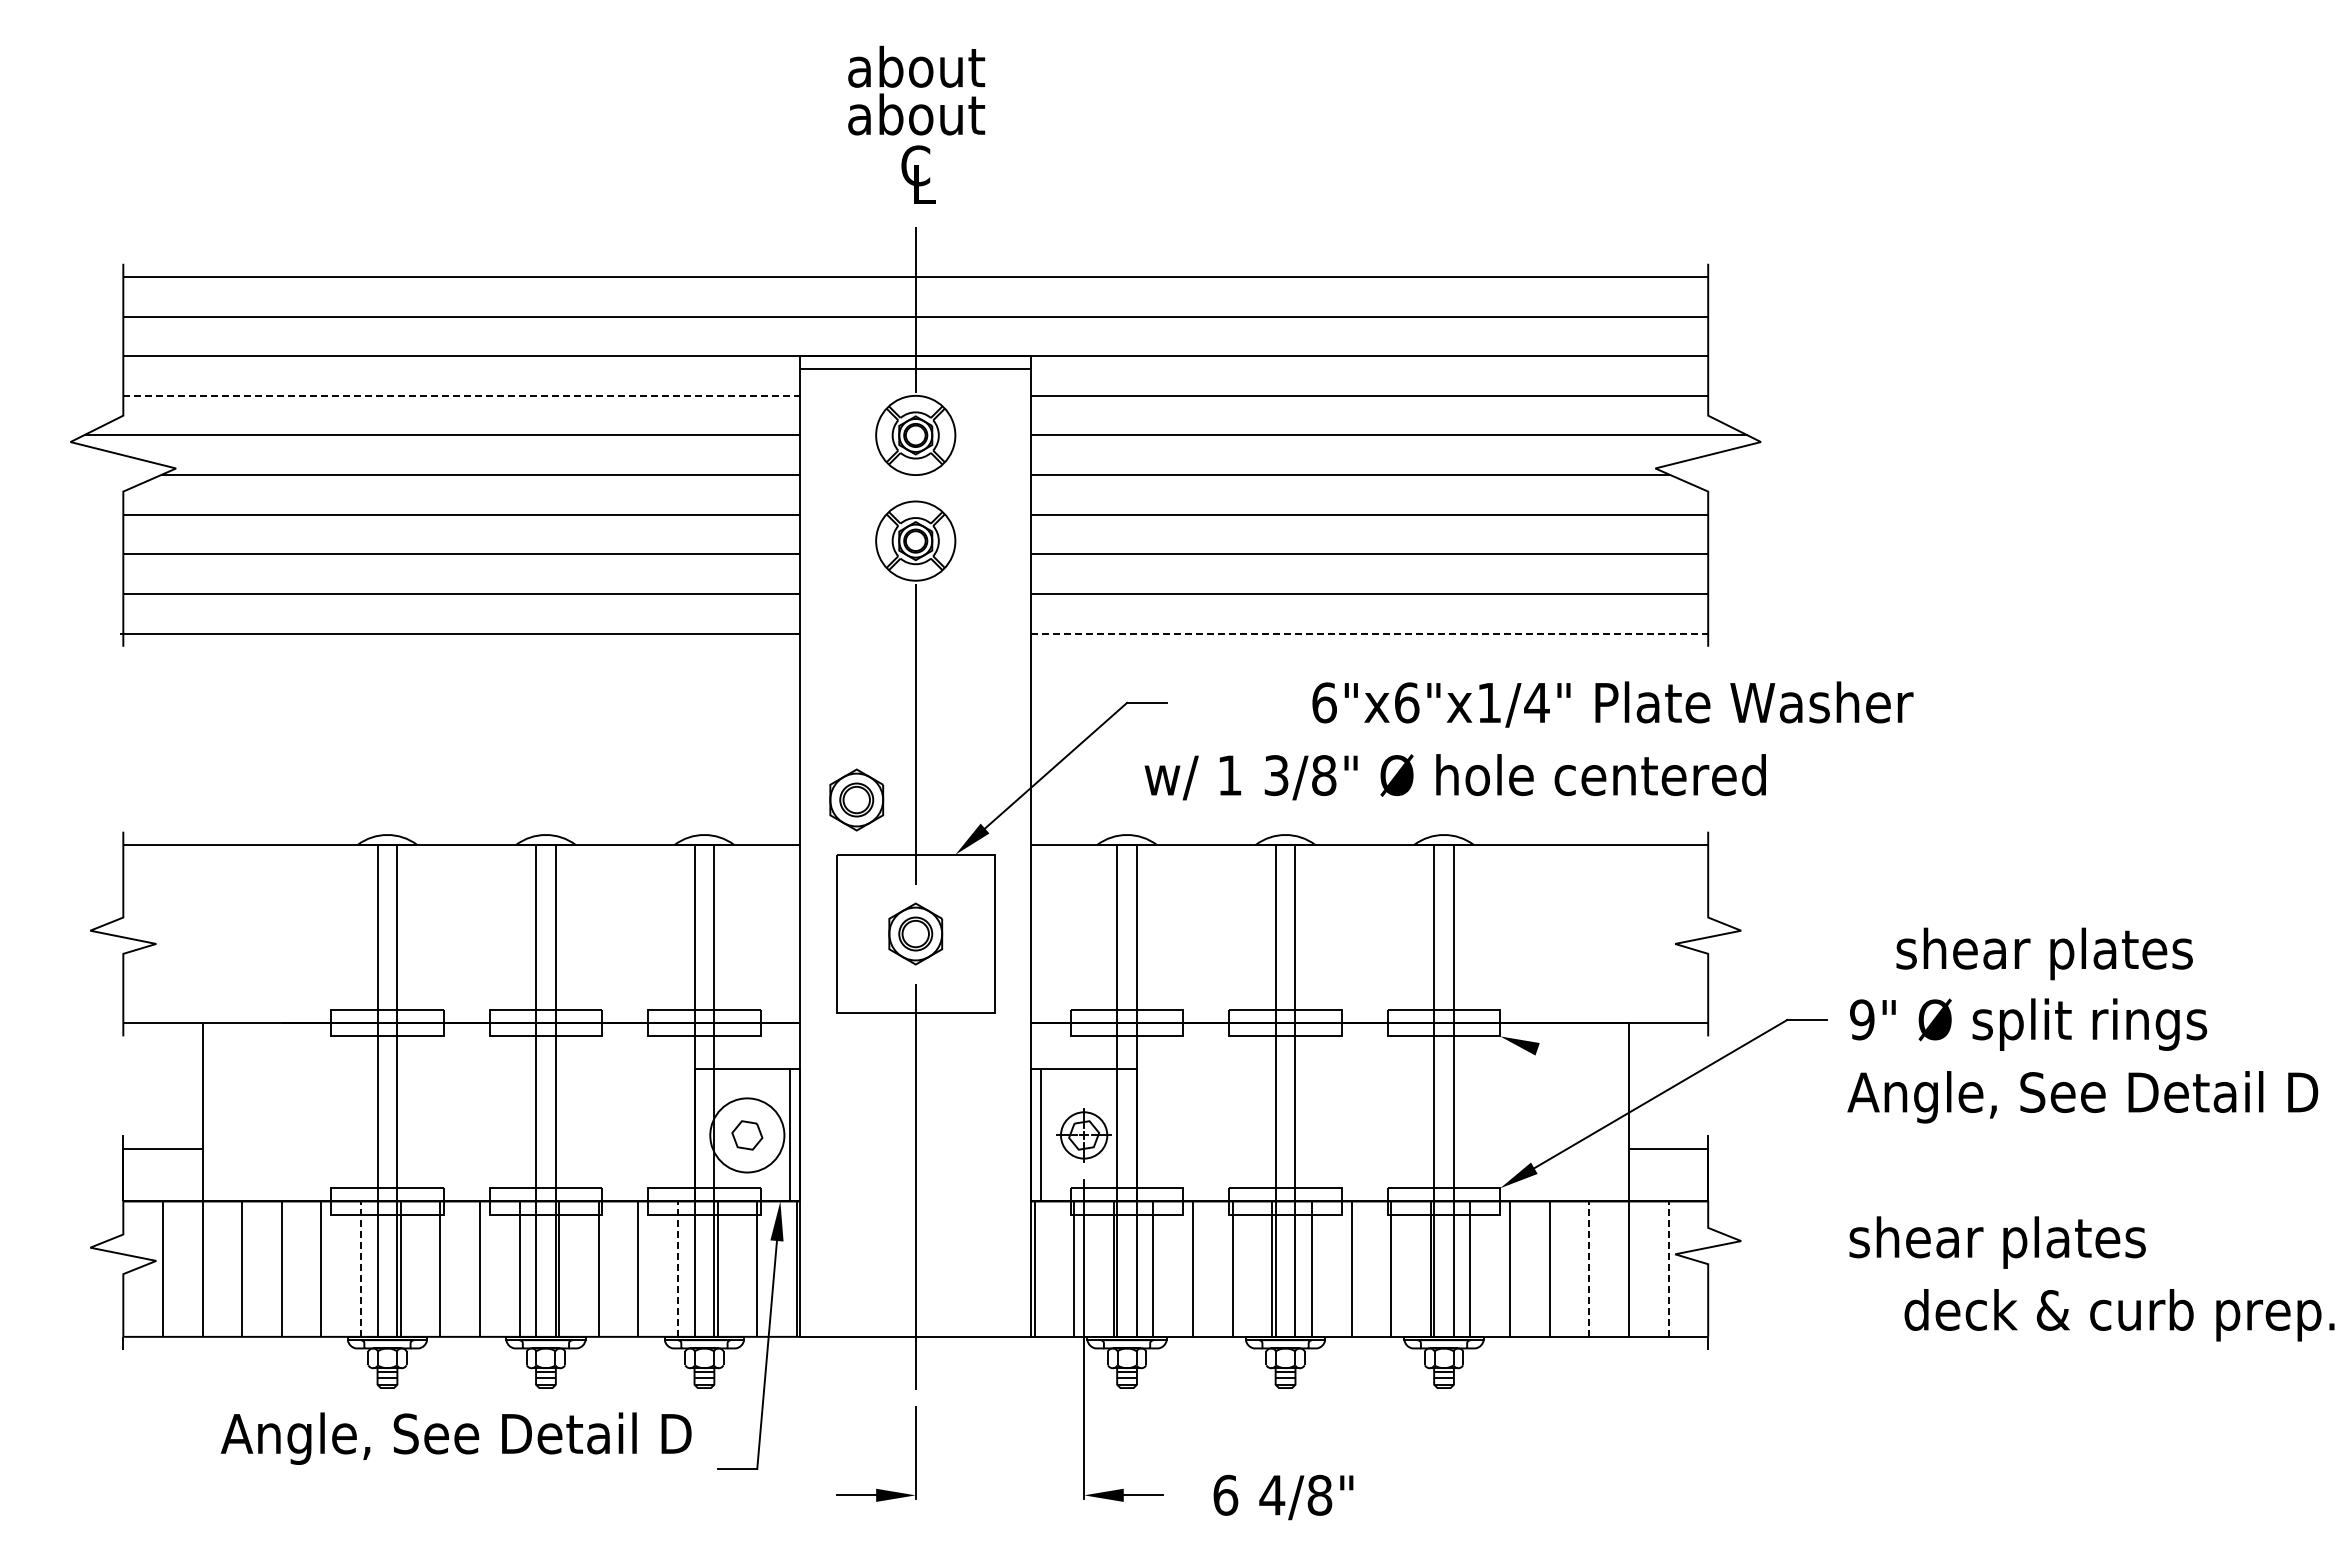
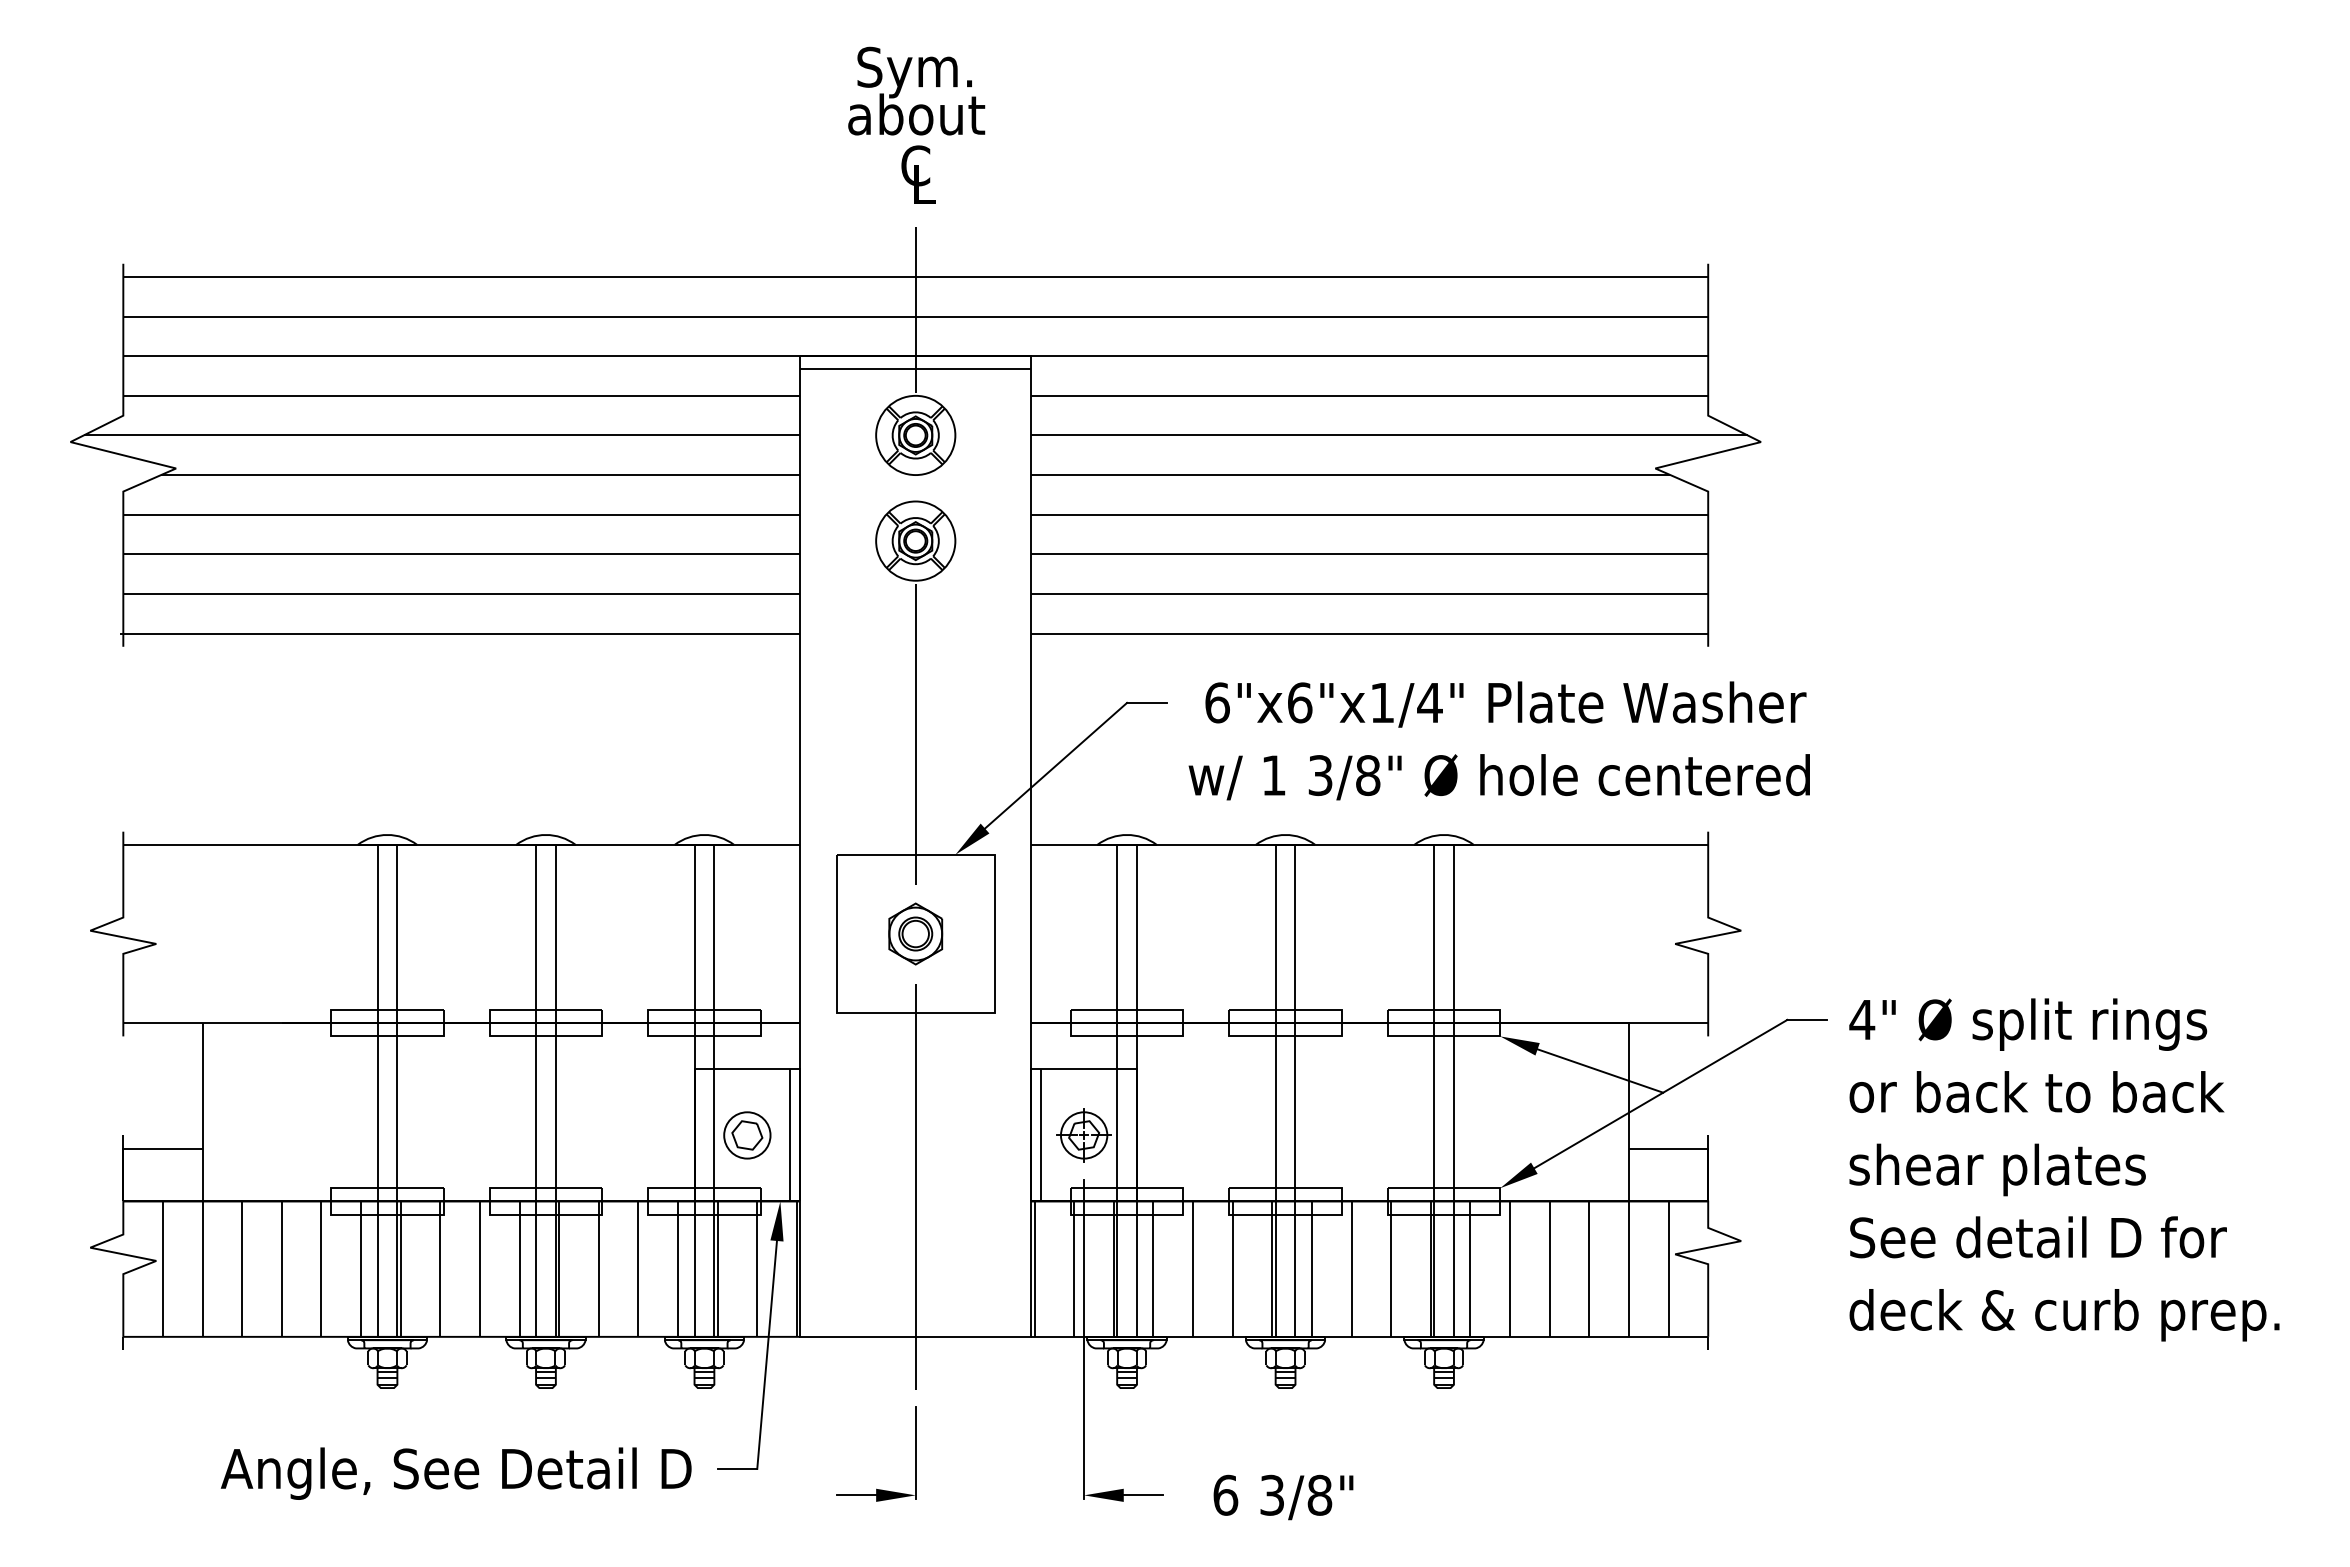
text at (916, 71): about -> Sym.
line at (462, 395): dashed -> solid
line at (1370, 633): dashed -> solid
text at (1612, 704) position: (1612, 704) -> (1505, 704)
text at (1454, 777) position: (1454, 777) -> (1498, 777)
part at (856, 799): present -> none
text at (2044, 953) position: (2044, 953) -> (1997, 1169)
text at (1862, 1019): 9" -> 4"
line at (1600, 1070): none -> present
text at (2082, 1097): Angle, See Detail D -> or back to back
circle at (747, 1135) diameter: 74 px -> 46 px
text at (2037, 1242): shear plates -> See detail D for
line at (361, 1269): dashed -> solid
line at (678, 1269): dashed -> solid
line at (1589, 1269): dashed -> solid
line at (1668, 1269): dashed -> solid
text at (2119, 1315) position: (2119, 1315) -> (2064, 1315)
text at (455, 1438) position: (455, 1438) -> (455, 1473)
text at (1272, 1494): 4/8" -> 3/8"
